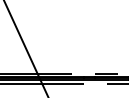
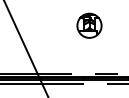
part at (89, 25): none -> present
